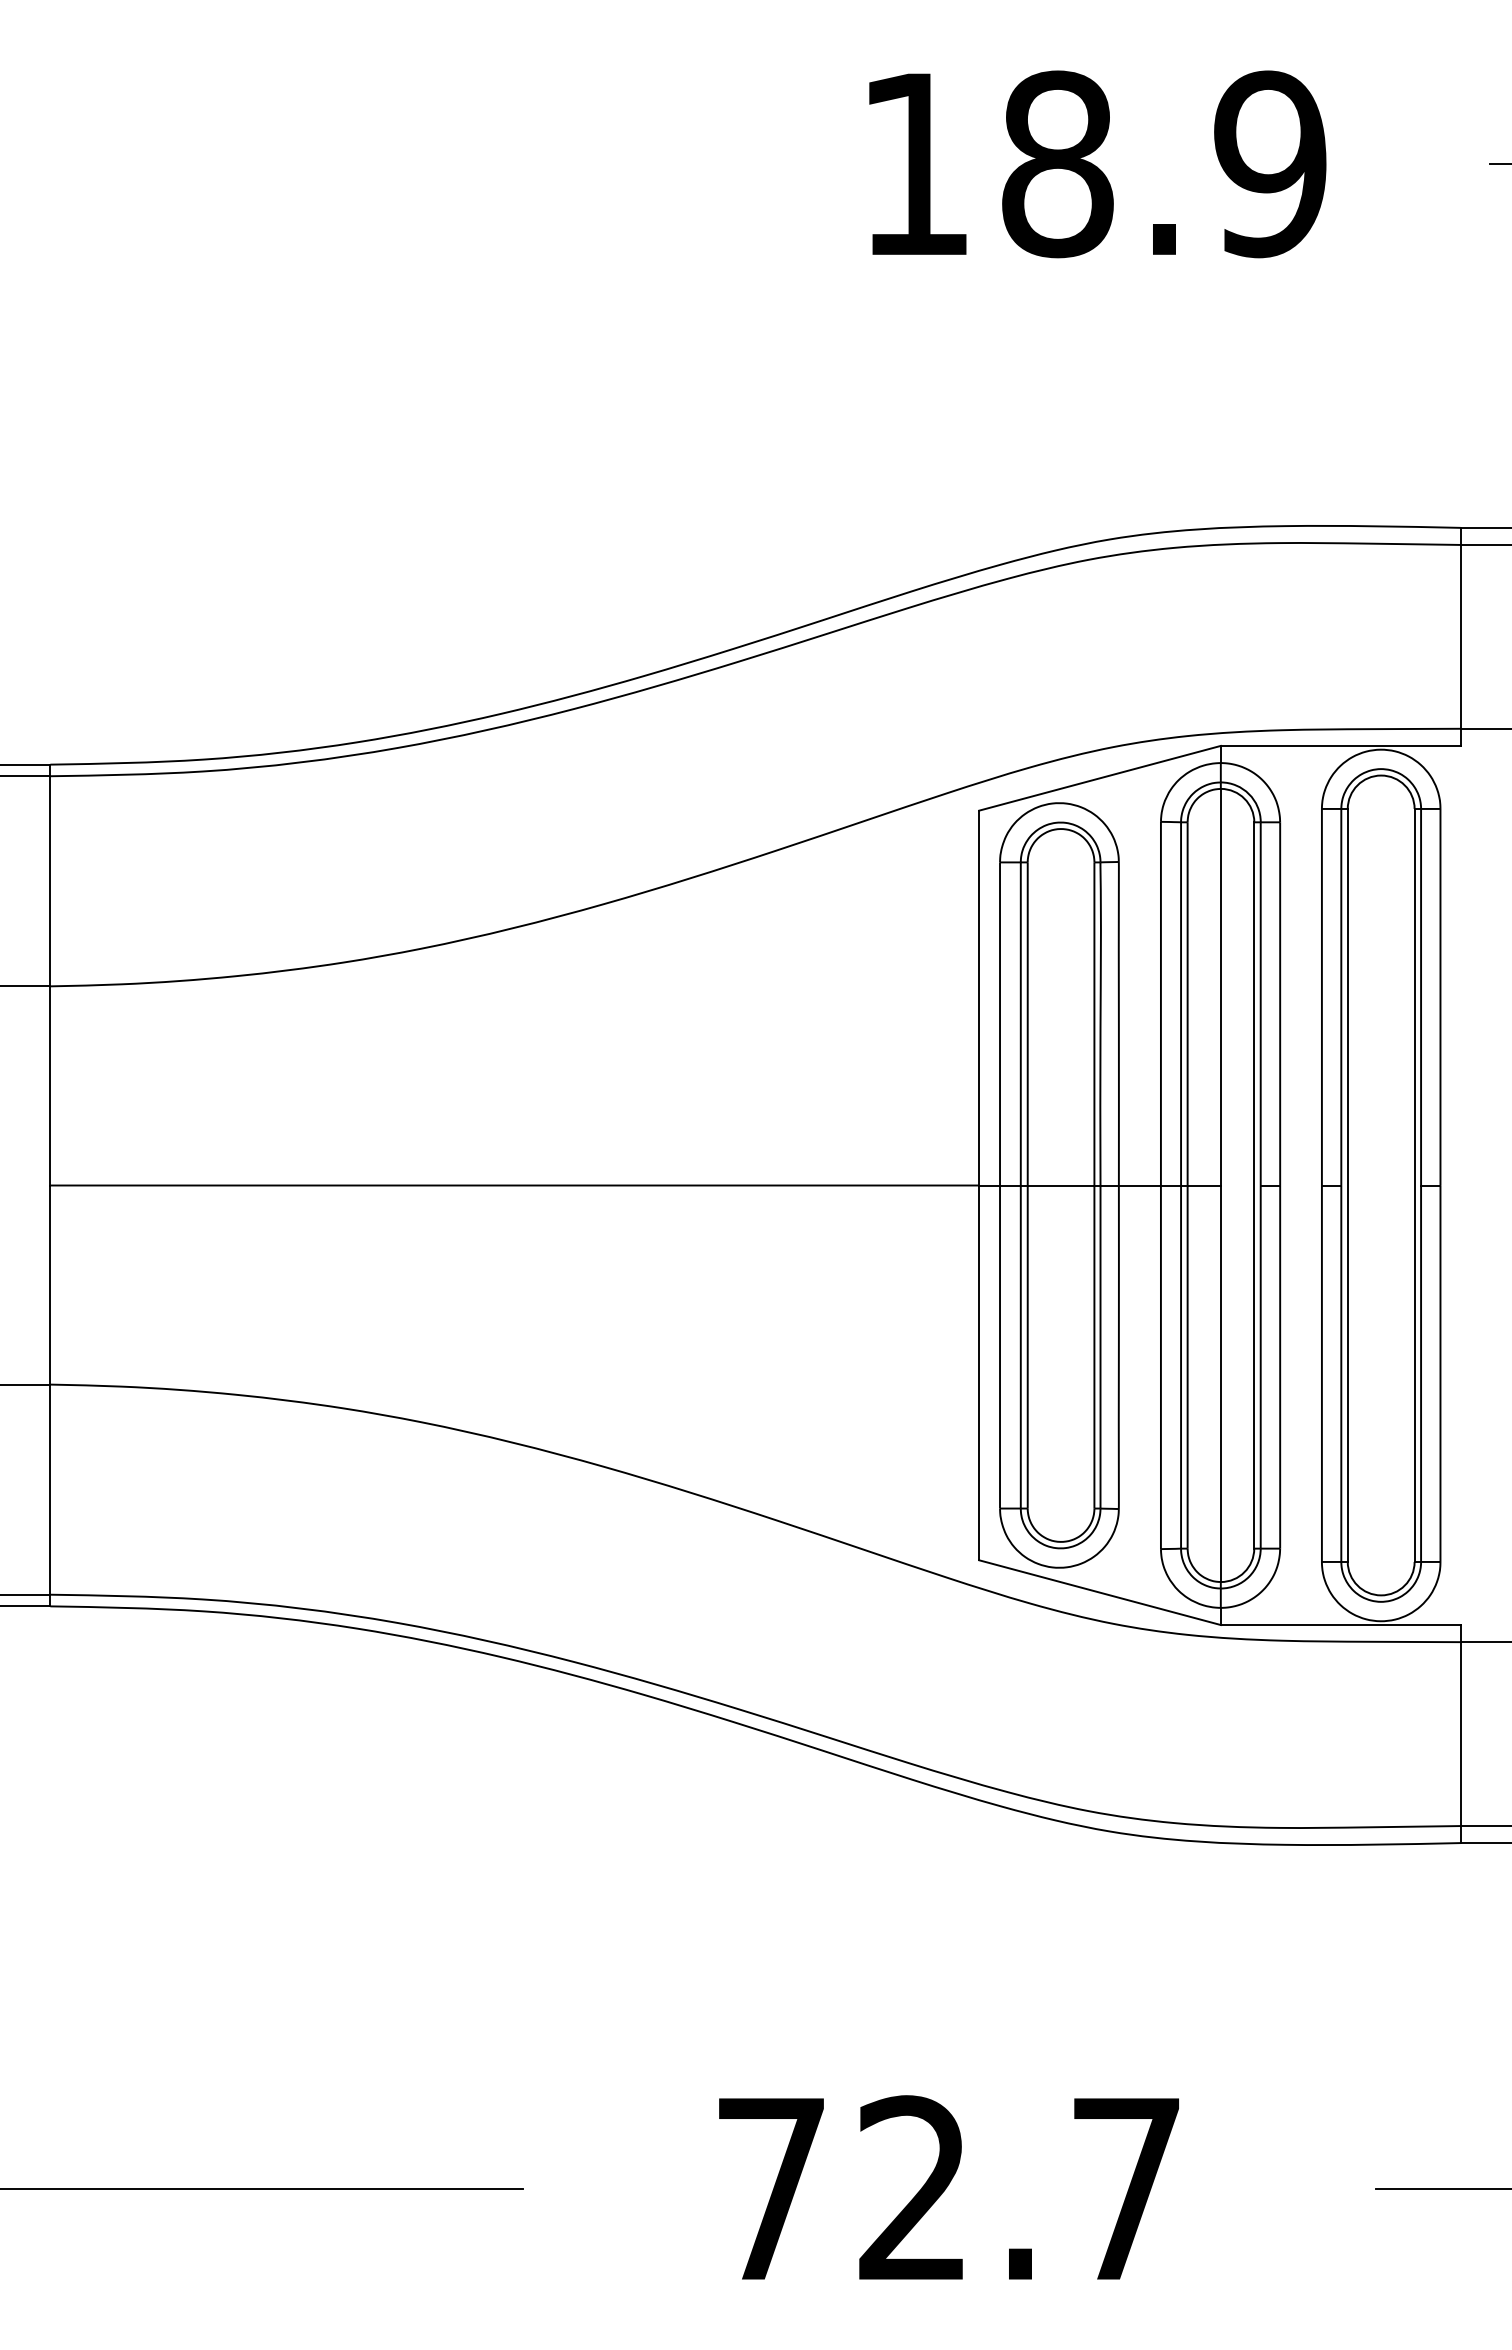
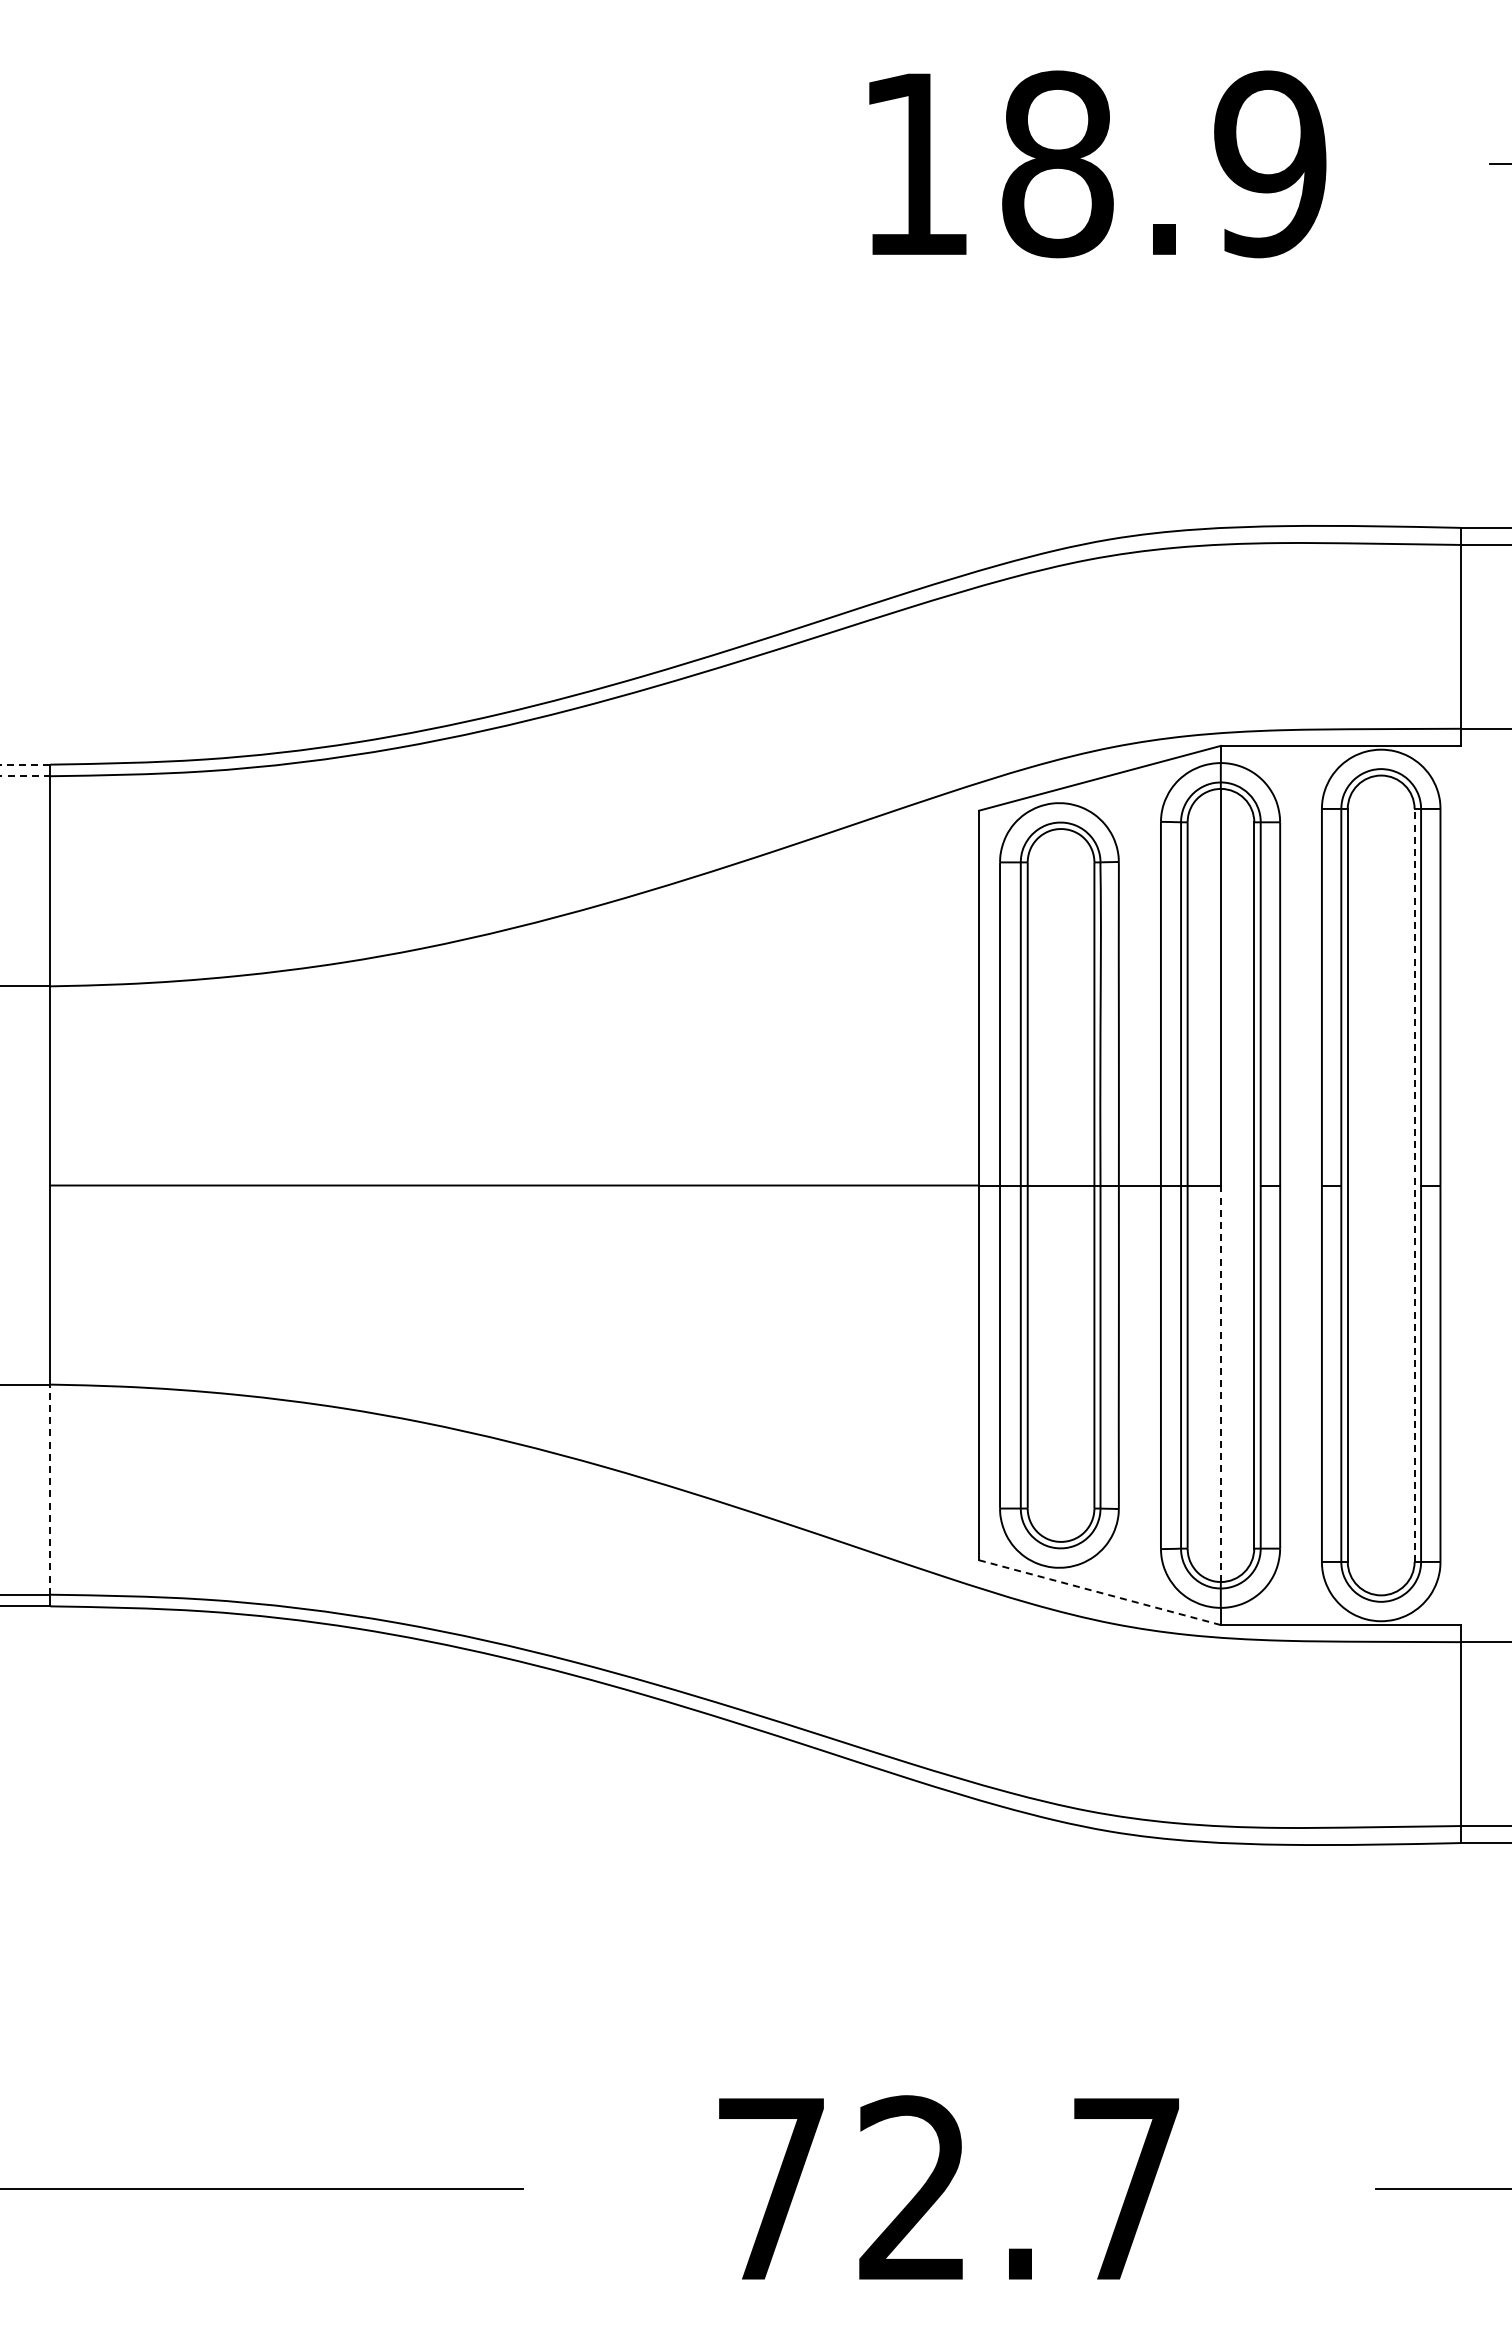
line at (25, 764): solid -> dashed
line at (25, 776): solid -> dashed
line at (1414, 1185): solid -> dashed
line at (1220, 1383): solid -> dashed
line at (50, 1489): solid -> dashed
line at (1099, 1592): solid -> dashed
